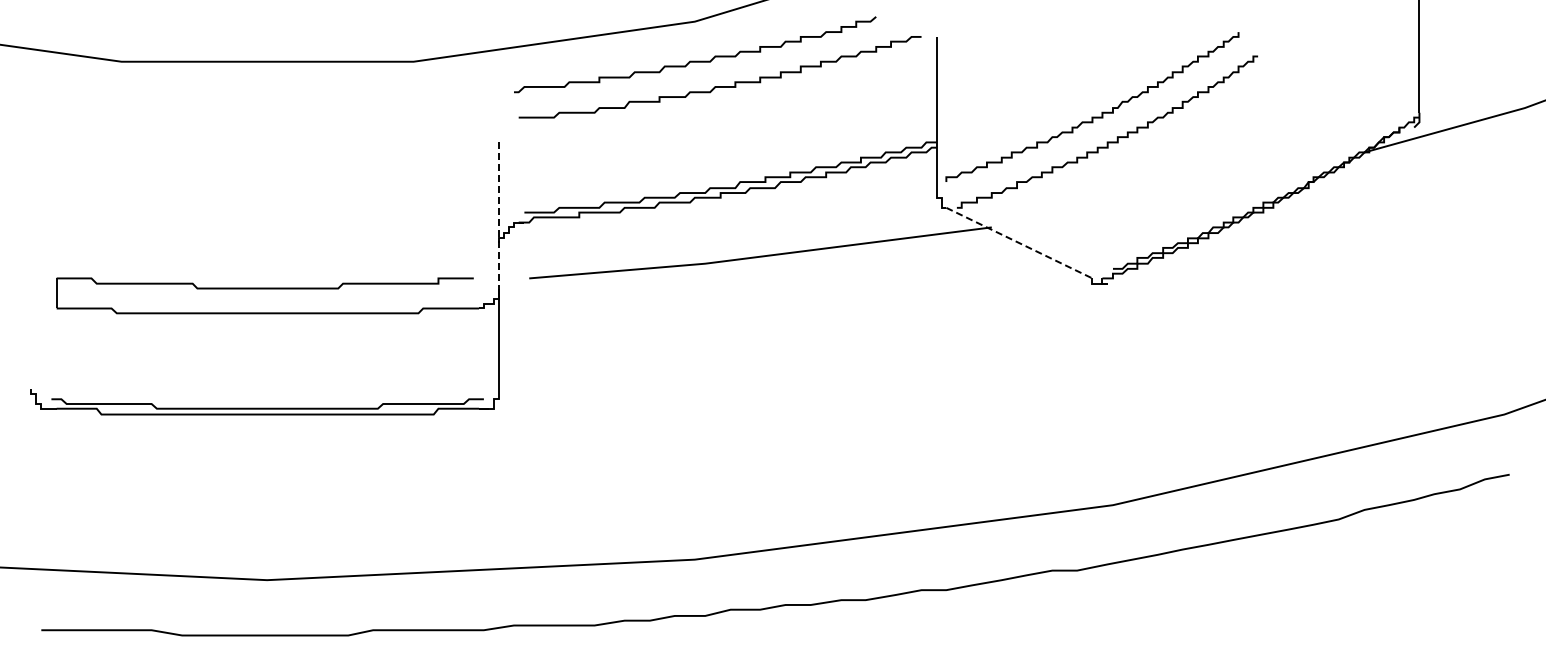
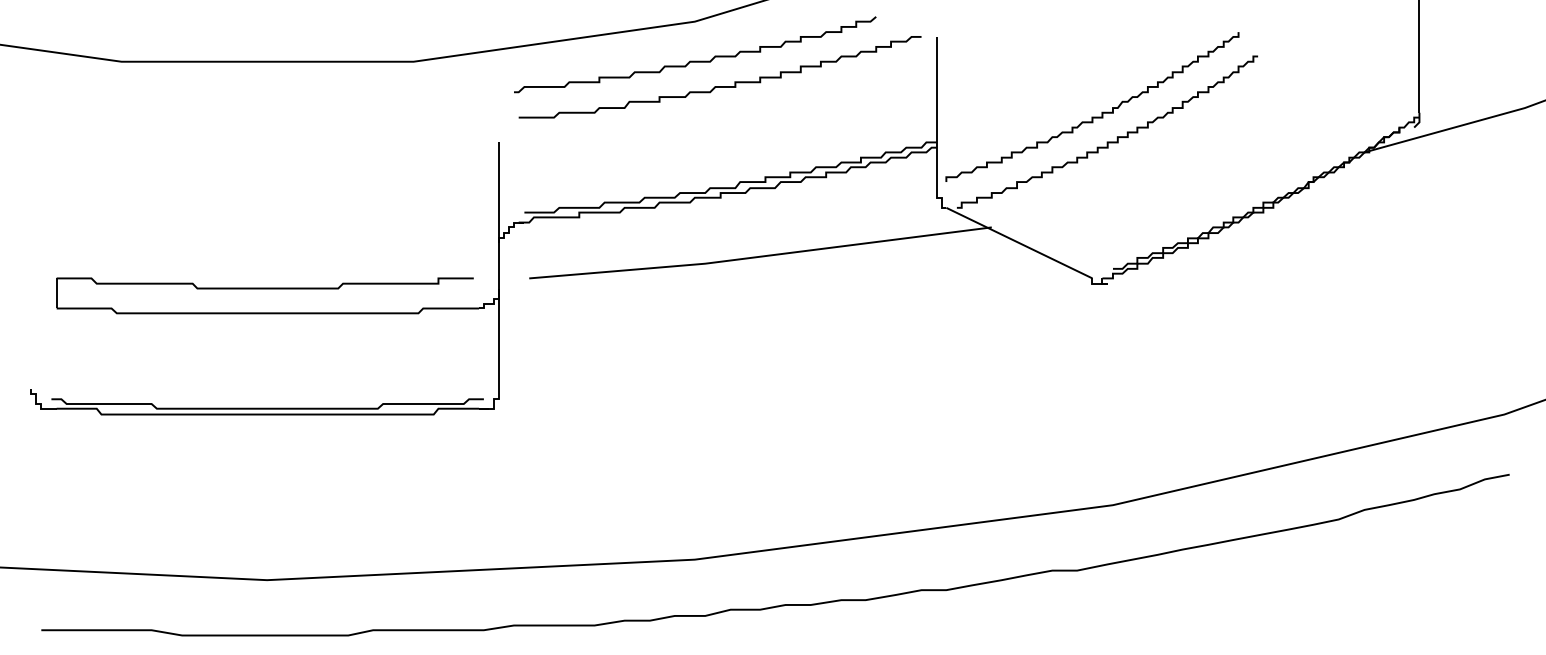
line at (498, 215): dashed -> solid
line at (1019, 243): dashed -> solid
